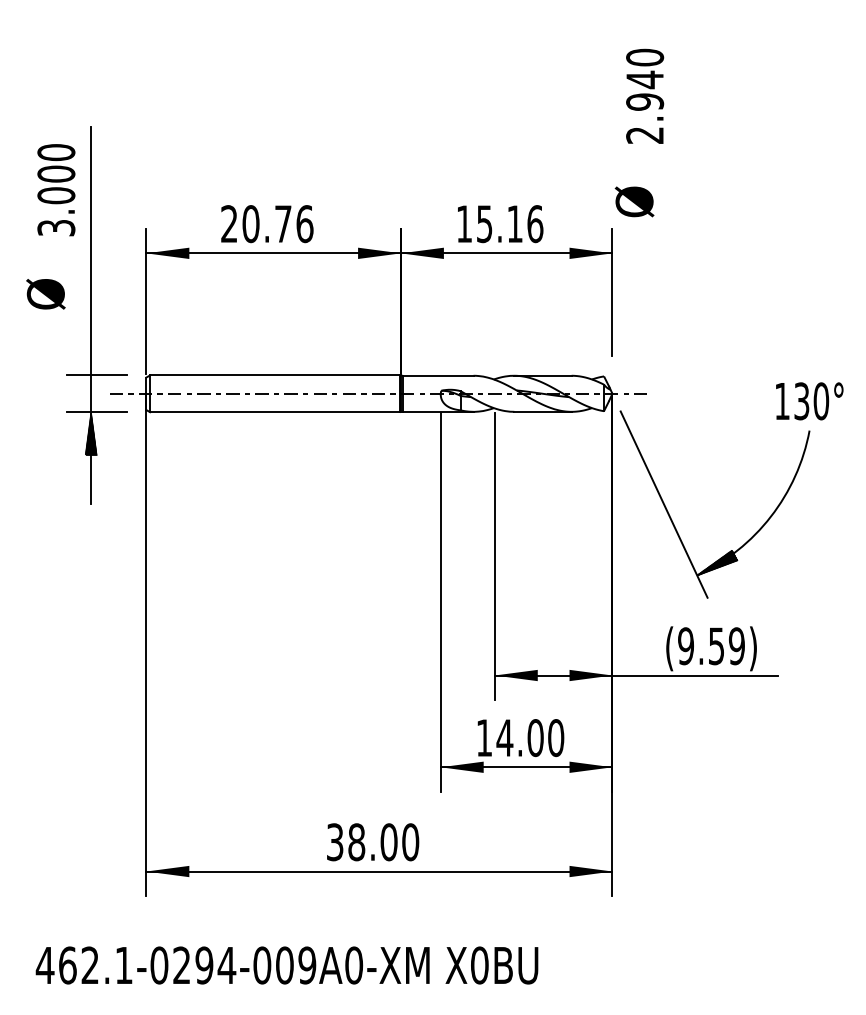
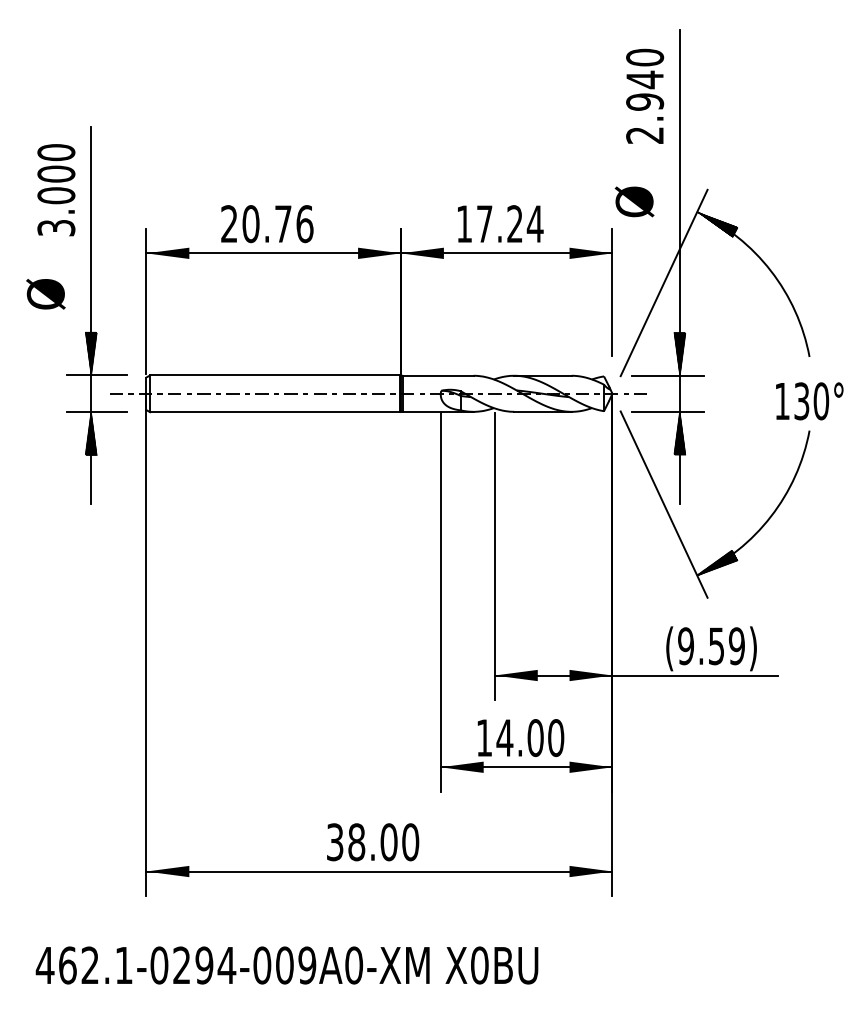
text at (510, 224): 15.16 -> 17.24
part at (730, 236): none -> present
hatch at (90, 353): none -> present
